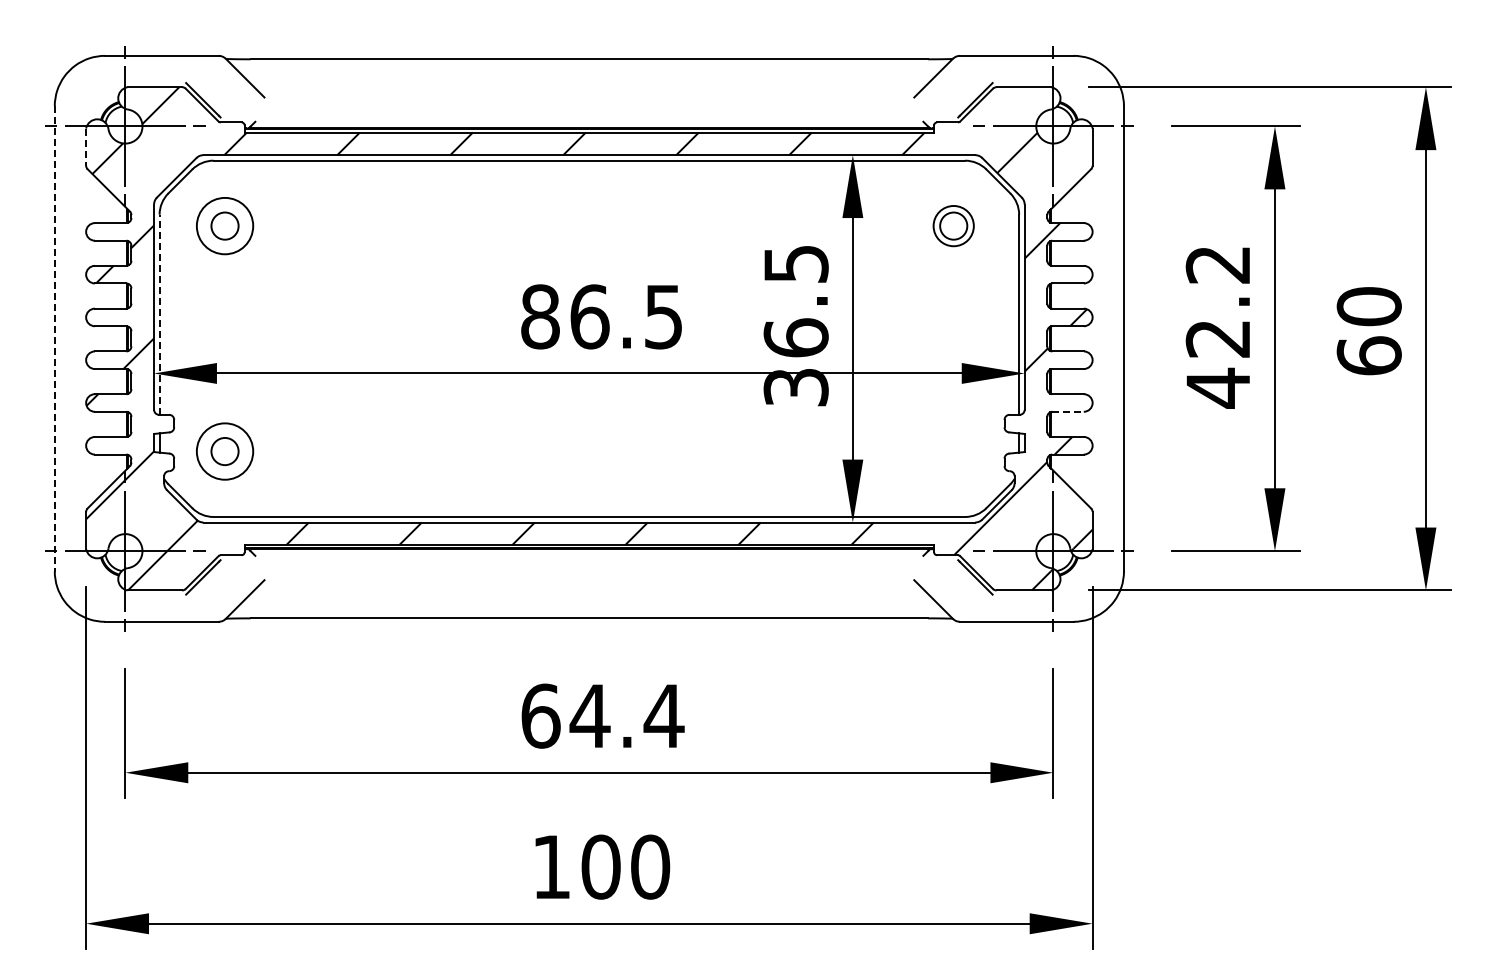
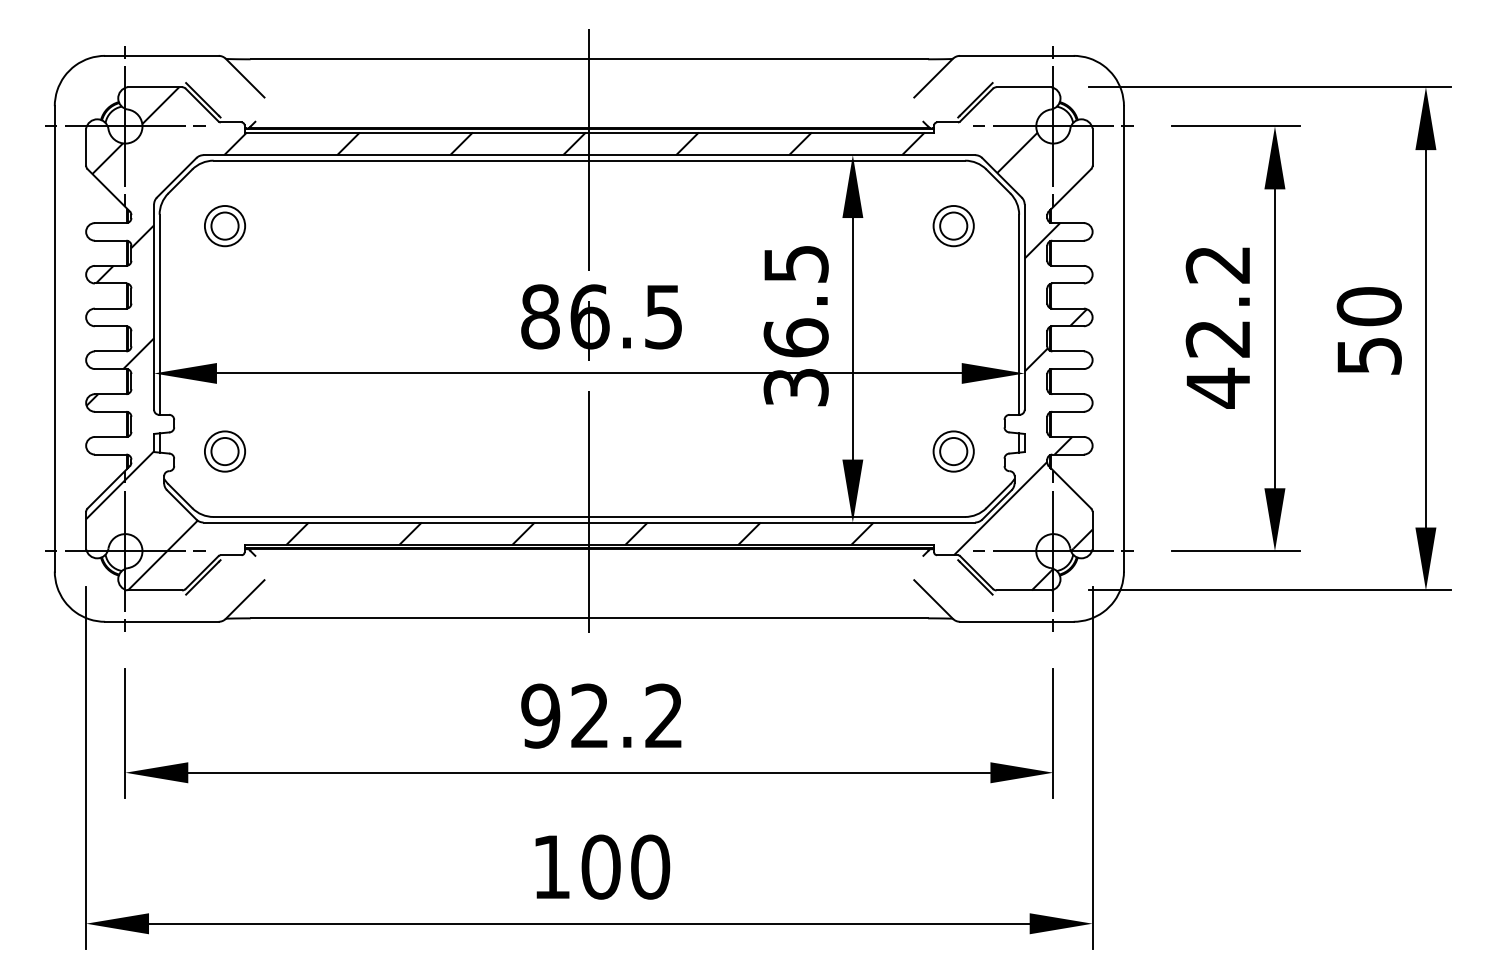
line at (86, 147): dashed -> solid
circle at (224, 225) diameter: 56 px -> 40 px
line at (159, 314): dashed -> solid
line at (54, 338): dashed -> solid
line at (589, 338): none -> present
text at (1368, 355): 60 -> 50
line at (1068, 411): dashed -> solid
circle at (224, 451) diameter: 56 px -> 40 px
part at (953, 451): none -> present
text at (602, 715): 64.4 -> 92.2
